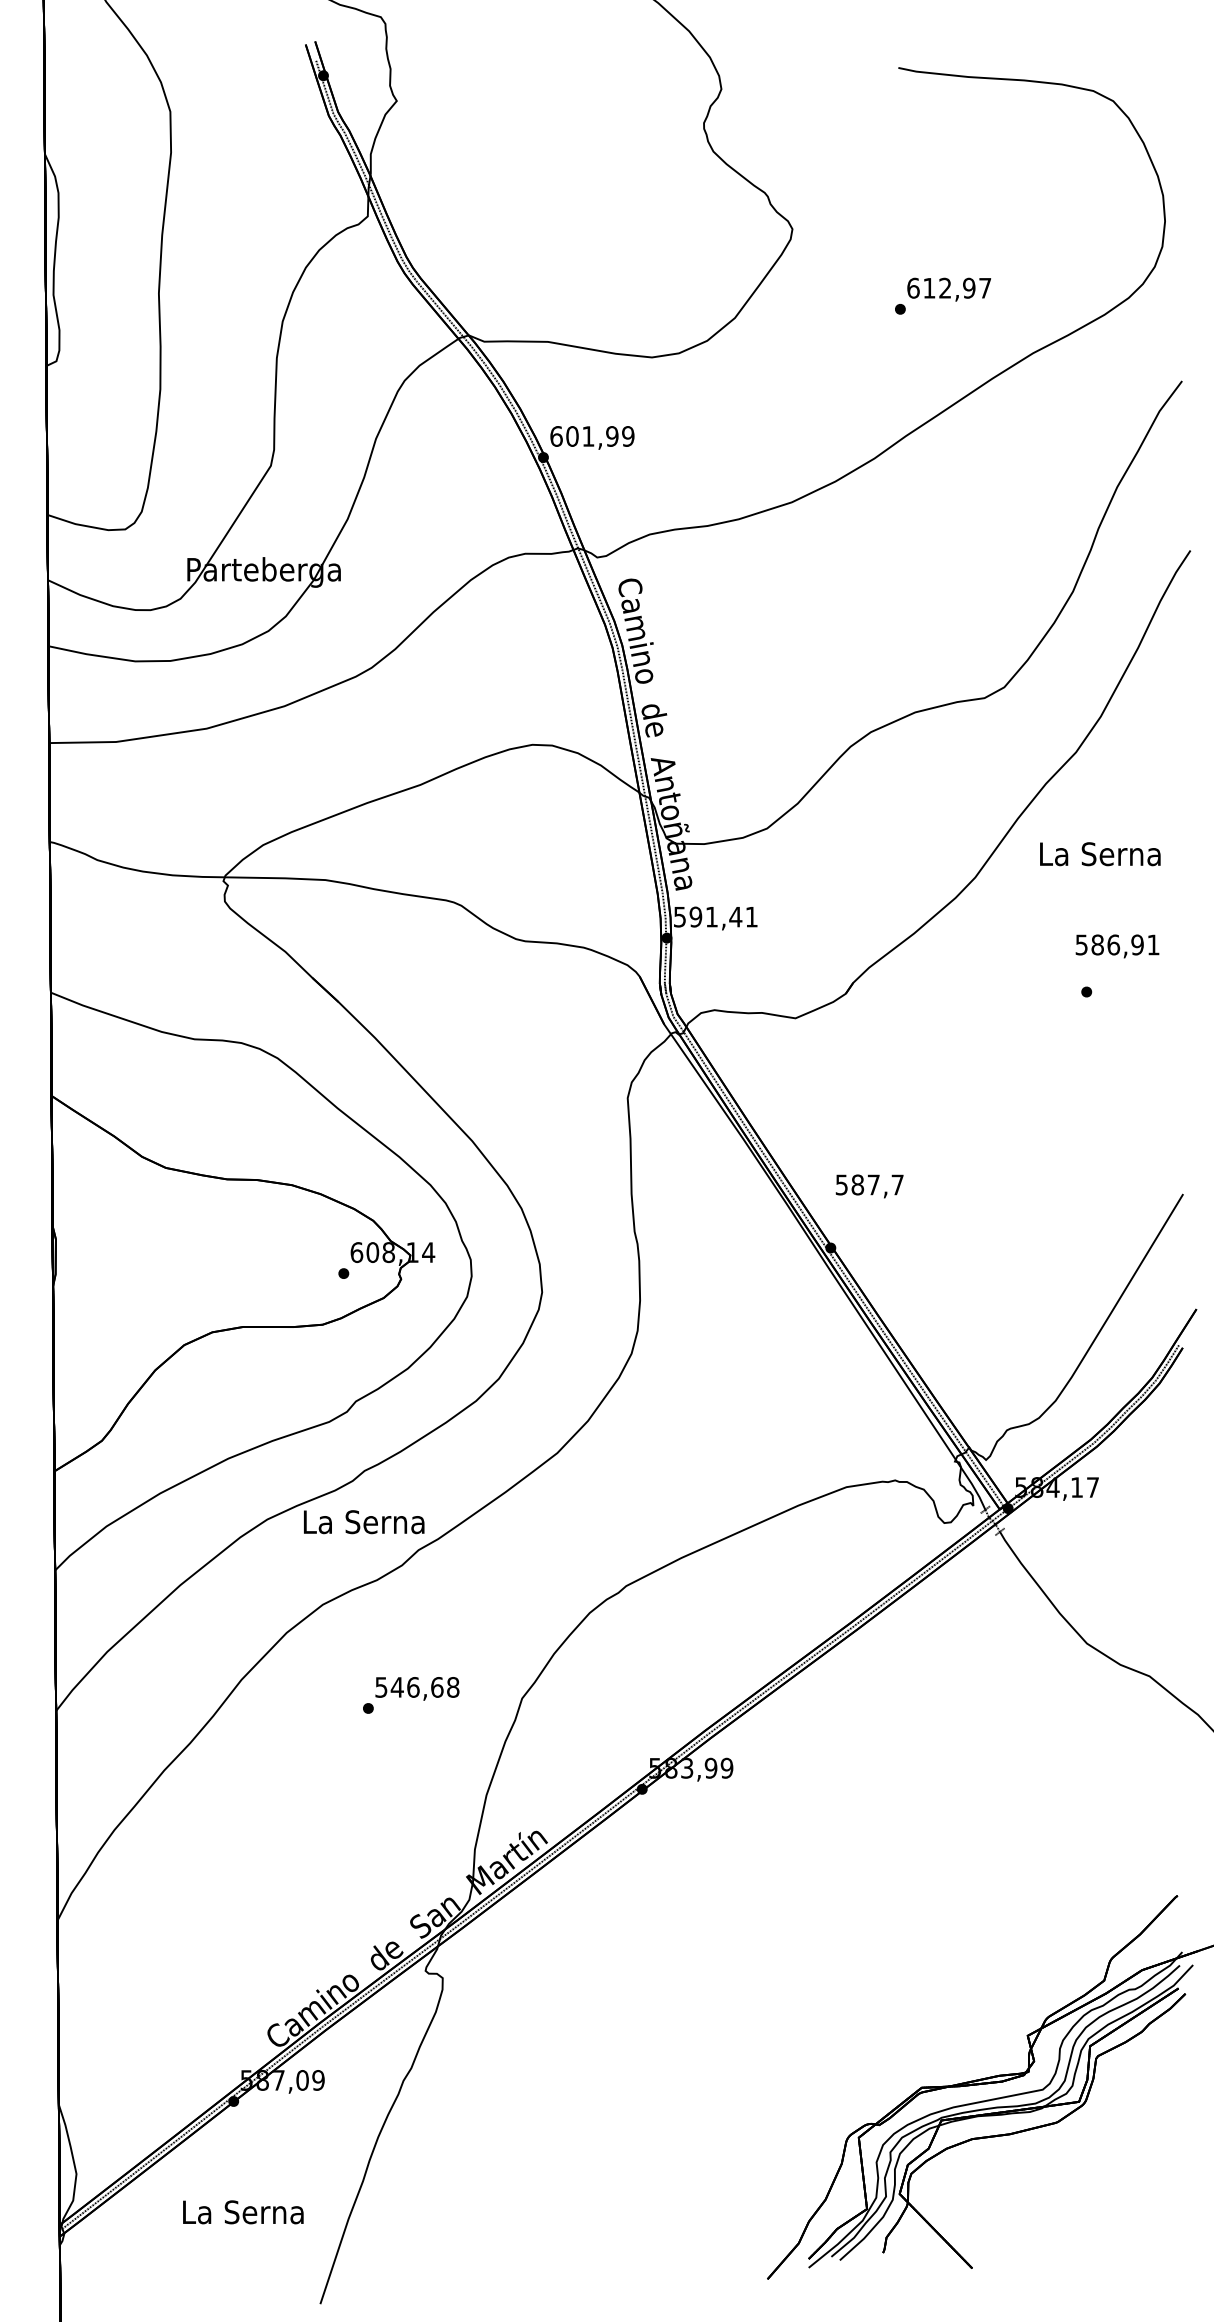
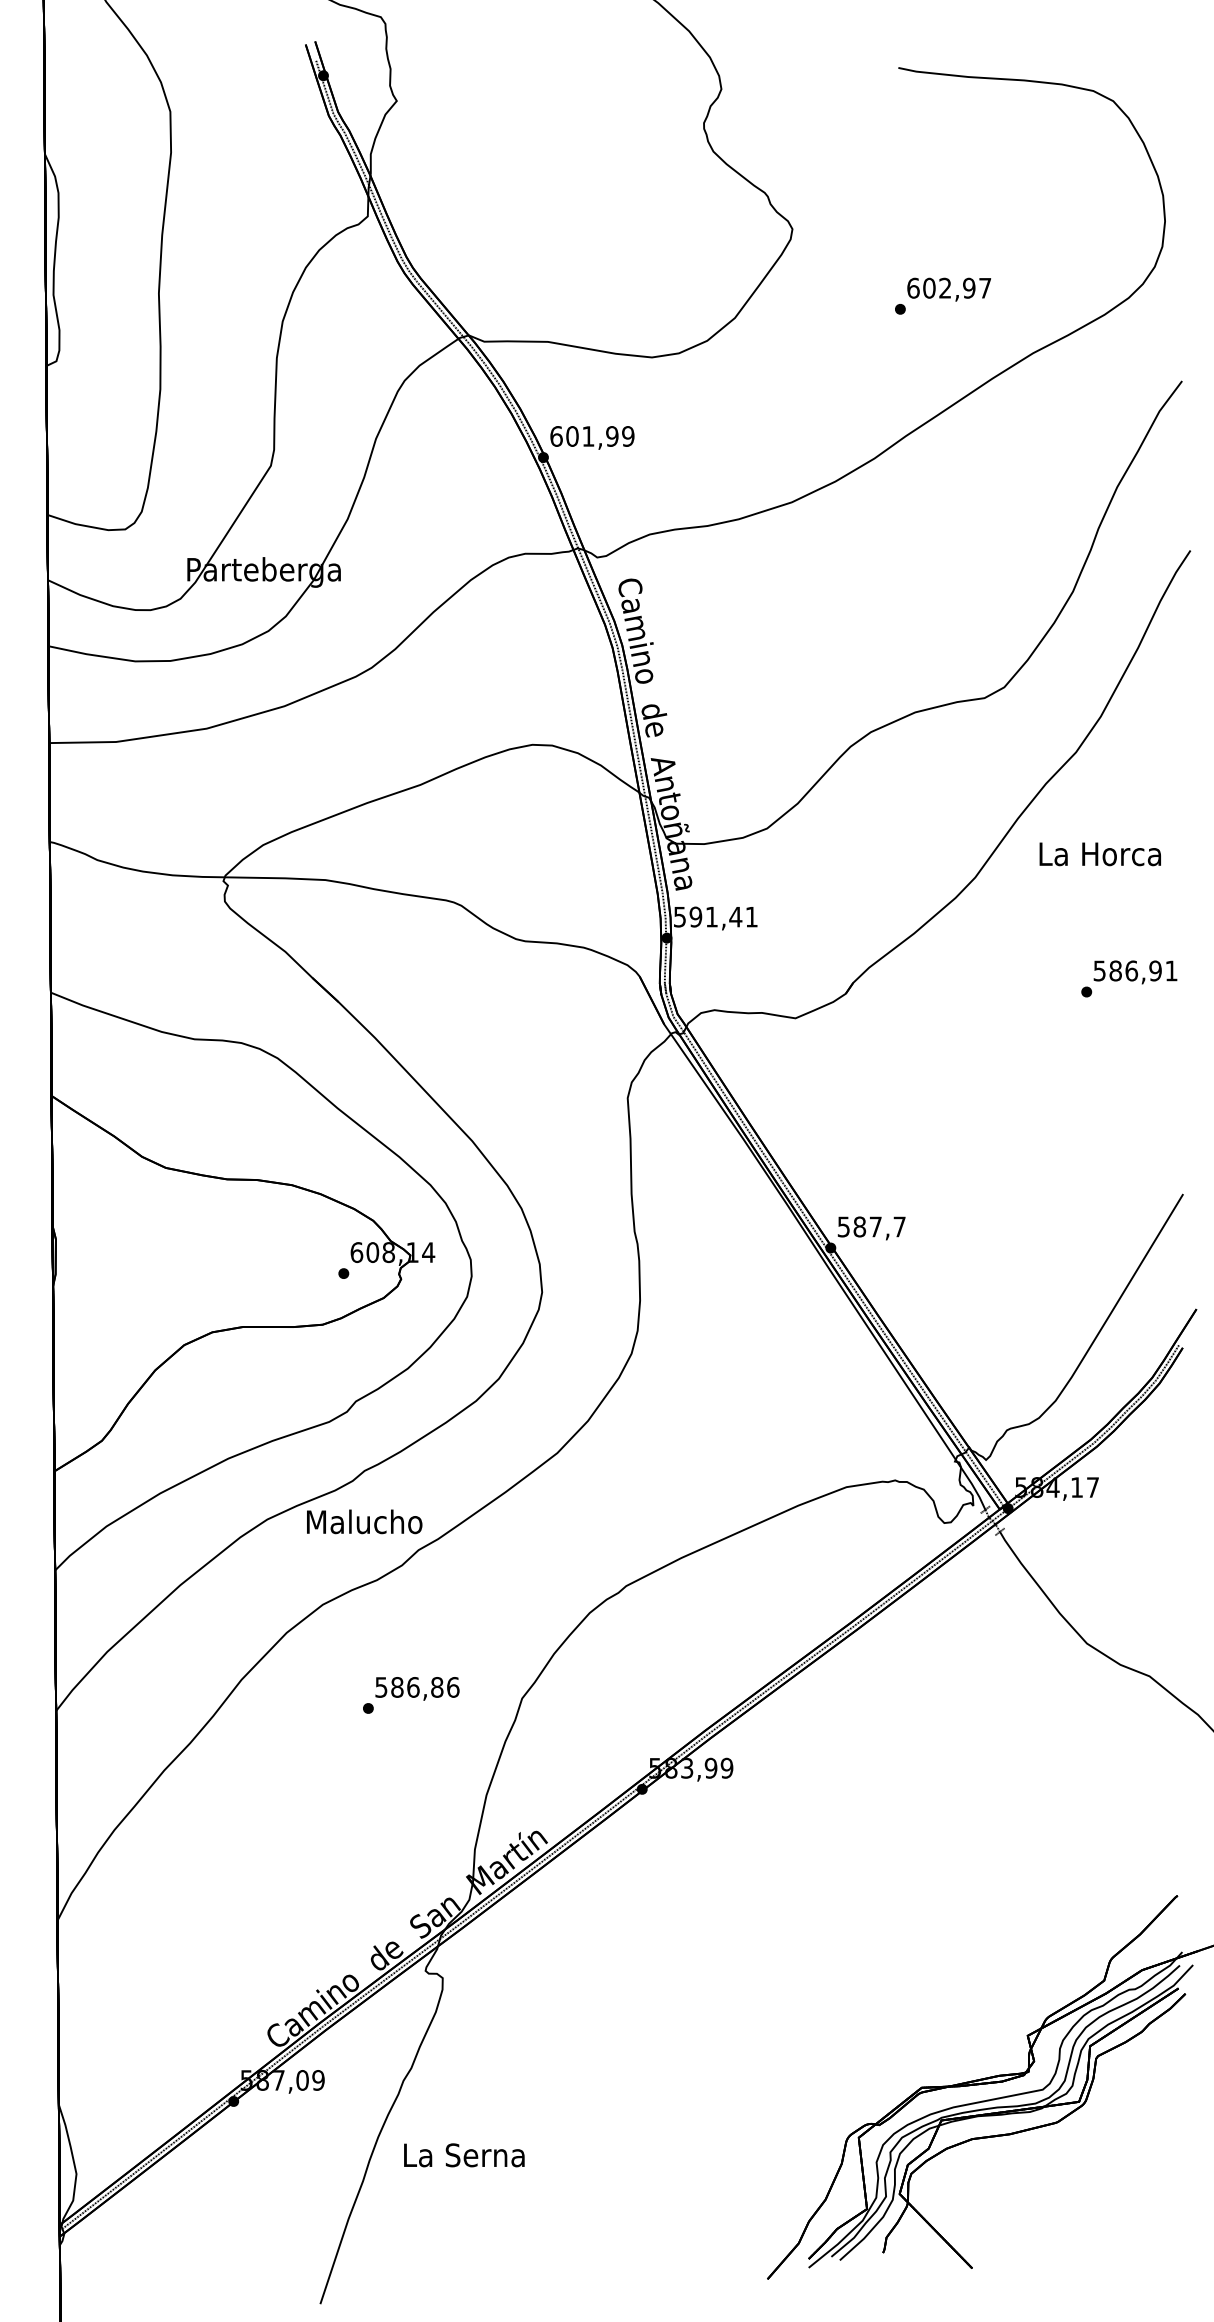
text at (929, 287): 612,97 -> 602,97
text at (1100, 854): La Serna -> La Horca
text at (1117, 946) position: (1117, 946) -> (1135, 972)
text at (869, 1186) position: (869, 1186) -> (871, 1228)
text at (363, 1521): La Serna -> Malucho
text at (424, 1687): 546,68 -> 586,86
text at (243, 2212) position: (243, 2212) -> (464, 2155)
